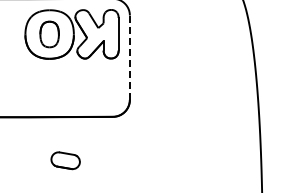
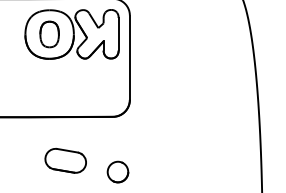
line at (129, 57): dashed -> solid
part at (65, 160) size: 31x20 px -> 43x27 px
part at (117, 171): none -> present
